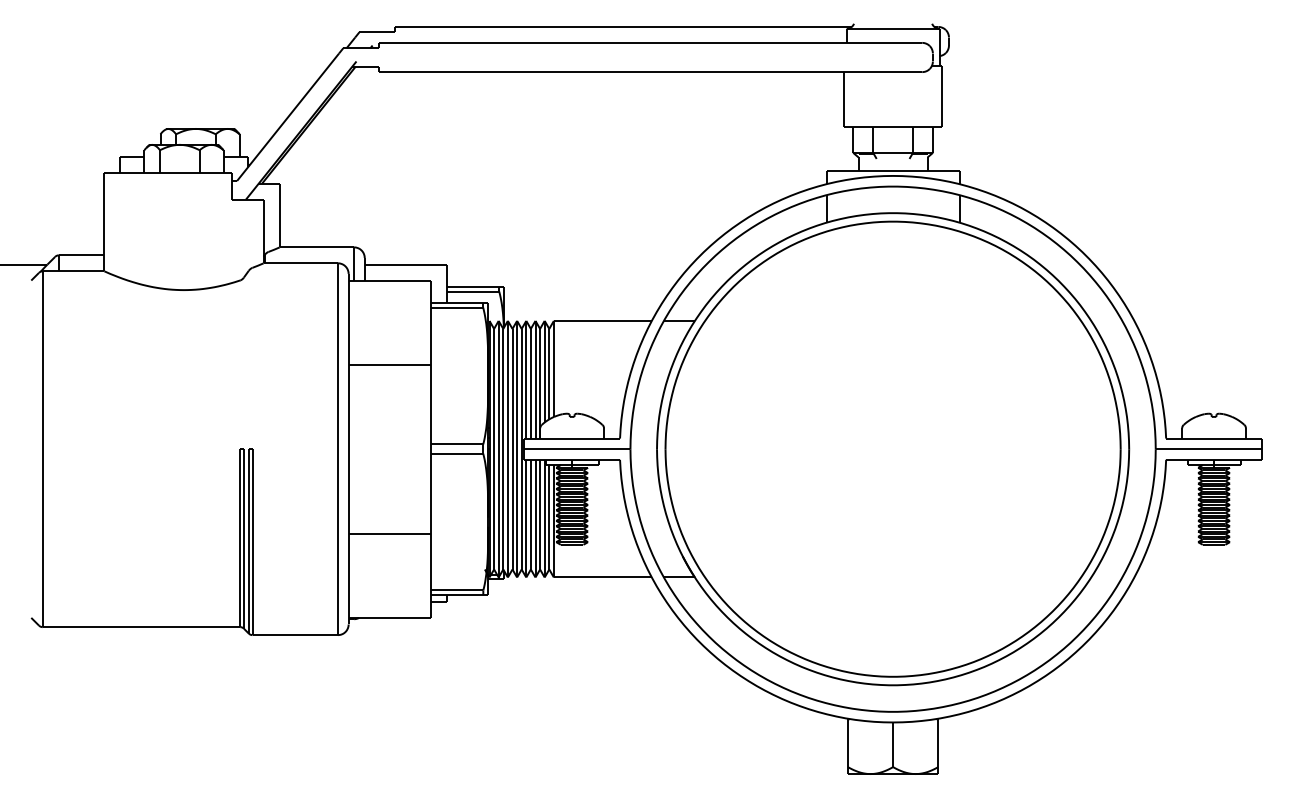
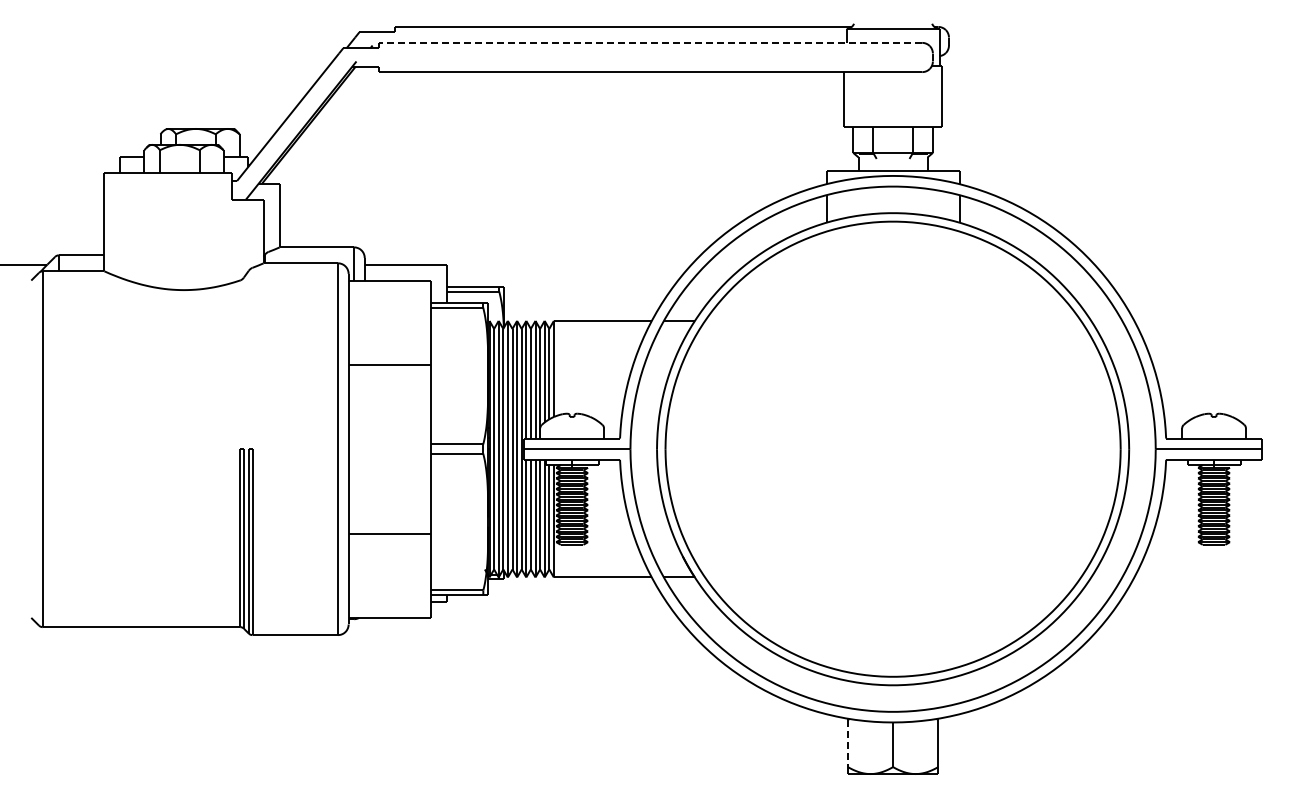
line at (650, 42): solid -> dashed
line at (847, 743): solid -> dashed
